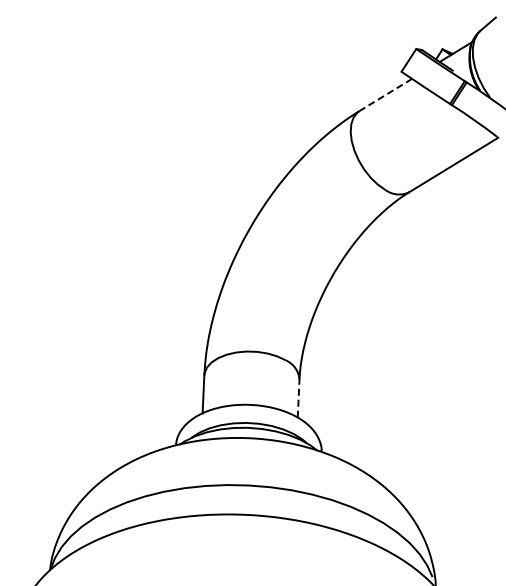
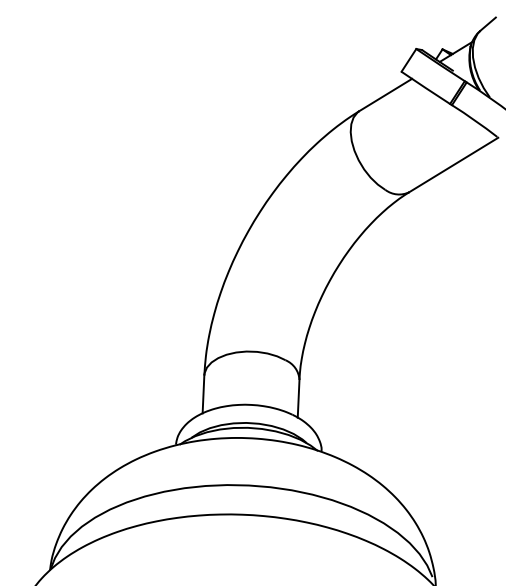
line at (385, 94): dashed -> solid
line at (298, 398): dashed -> solid
